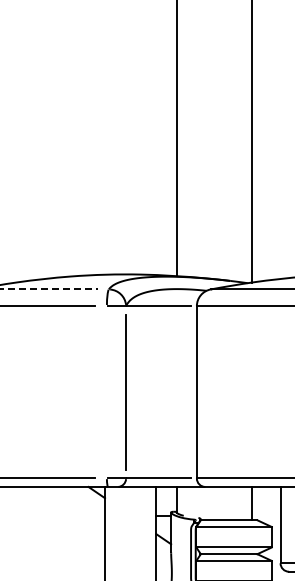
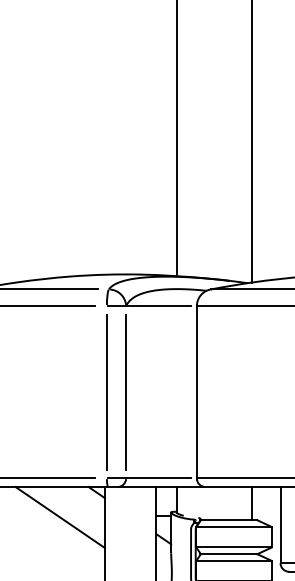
line at (49, 289): dashed -> solid
line at (106, 391): none -> present
line at (60, 517): none -> present
